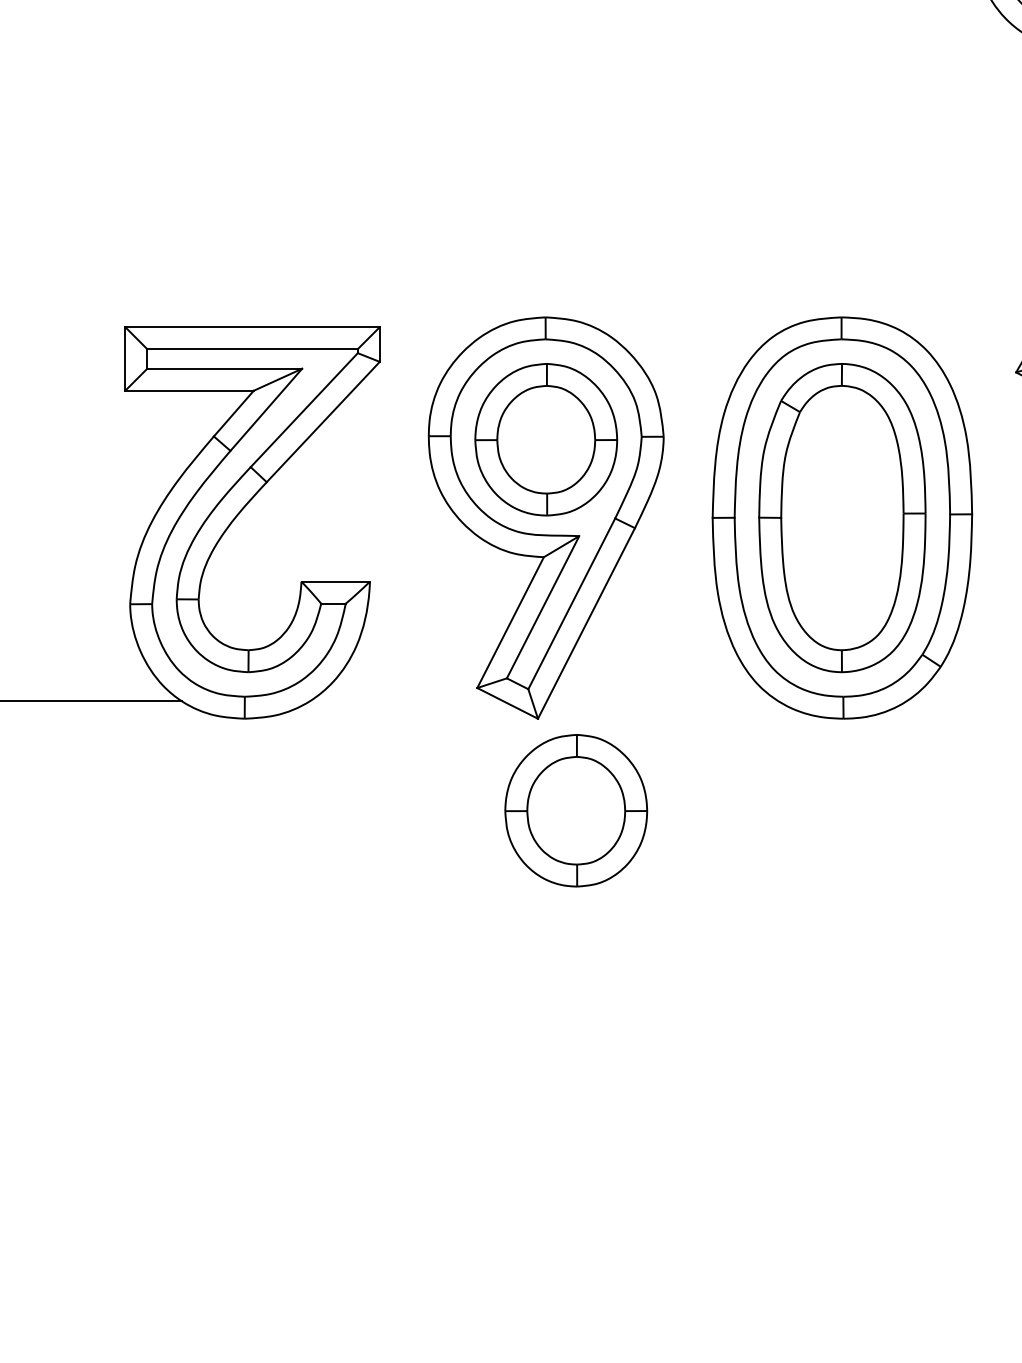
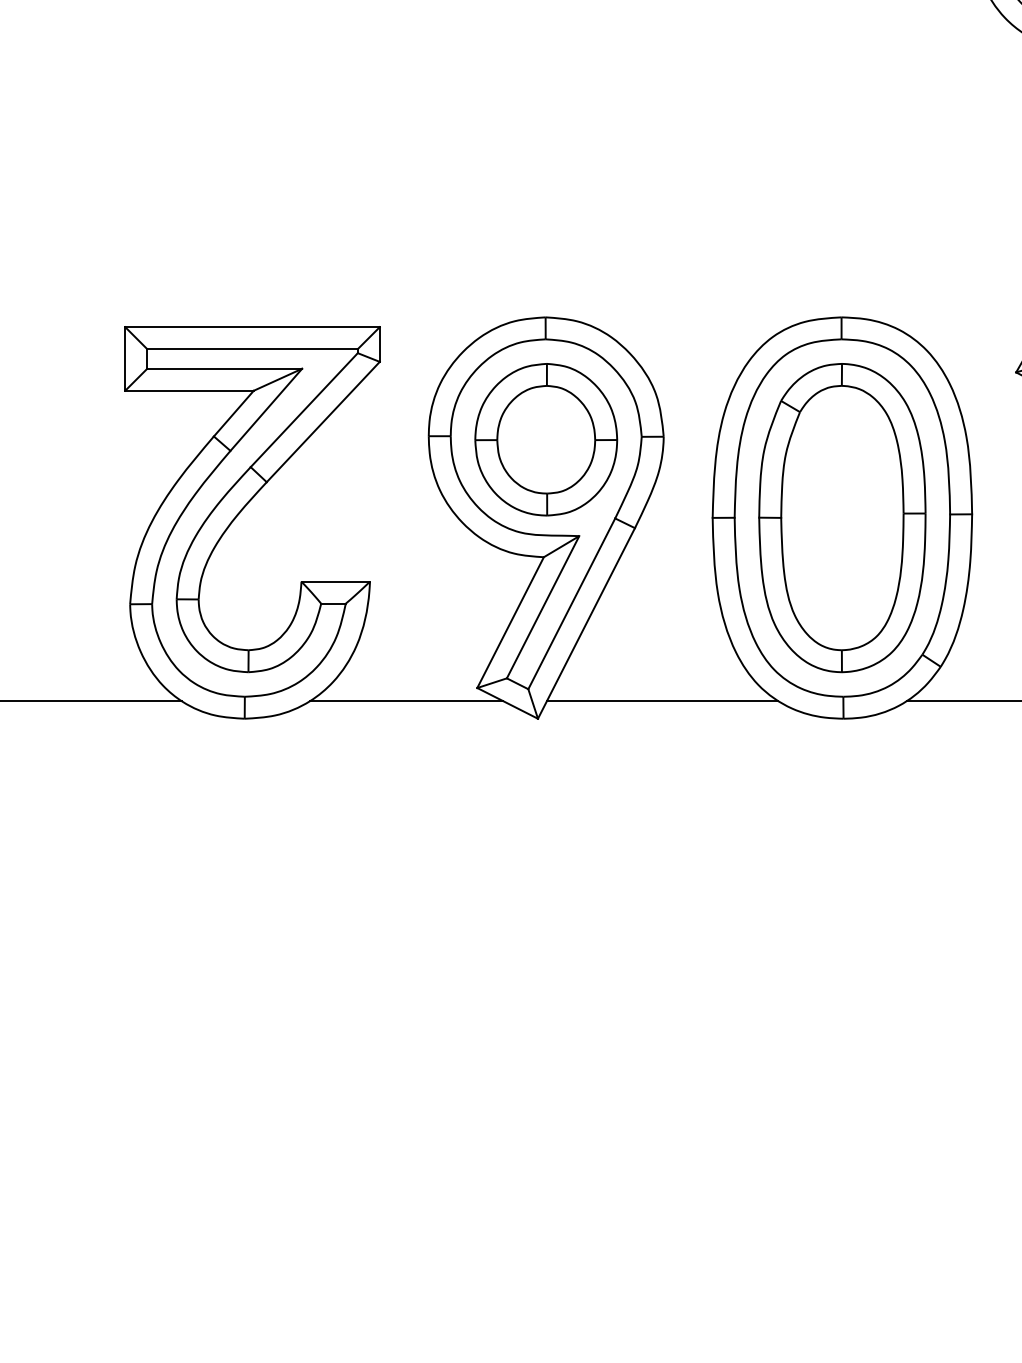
line at (406, 701): none -> present
line at (662, 701): none -> present
line at (962, 701): none -> present
part at (576, 810): present -> none
